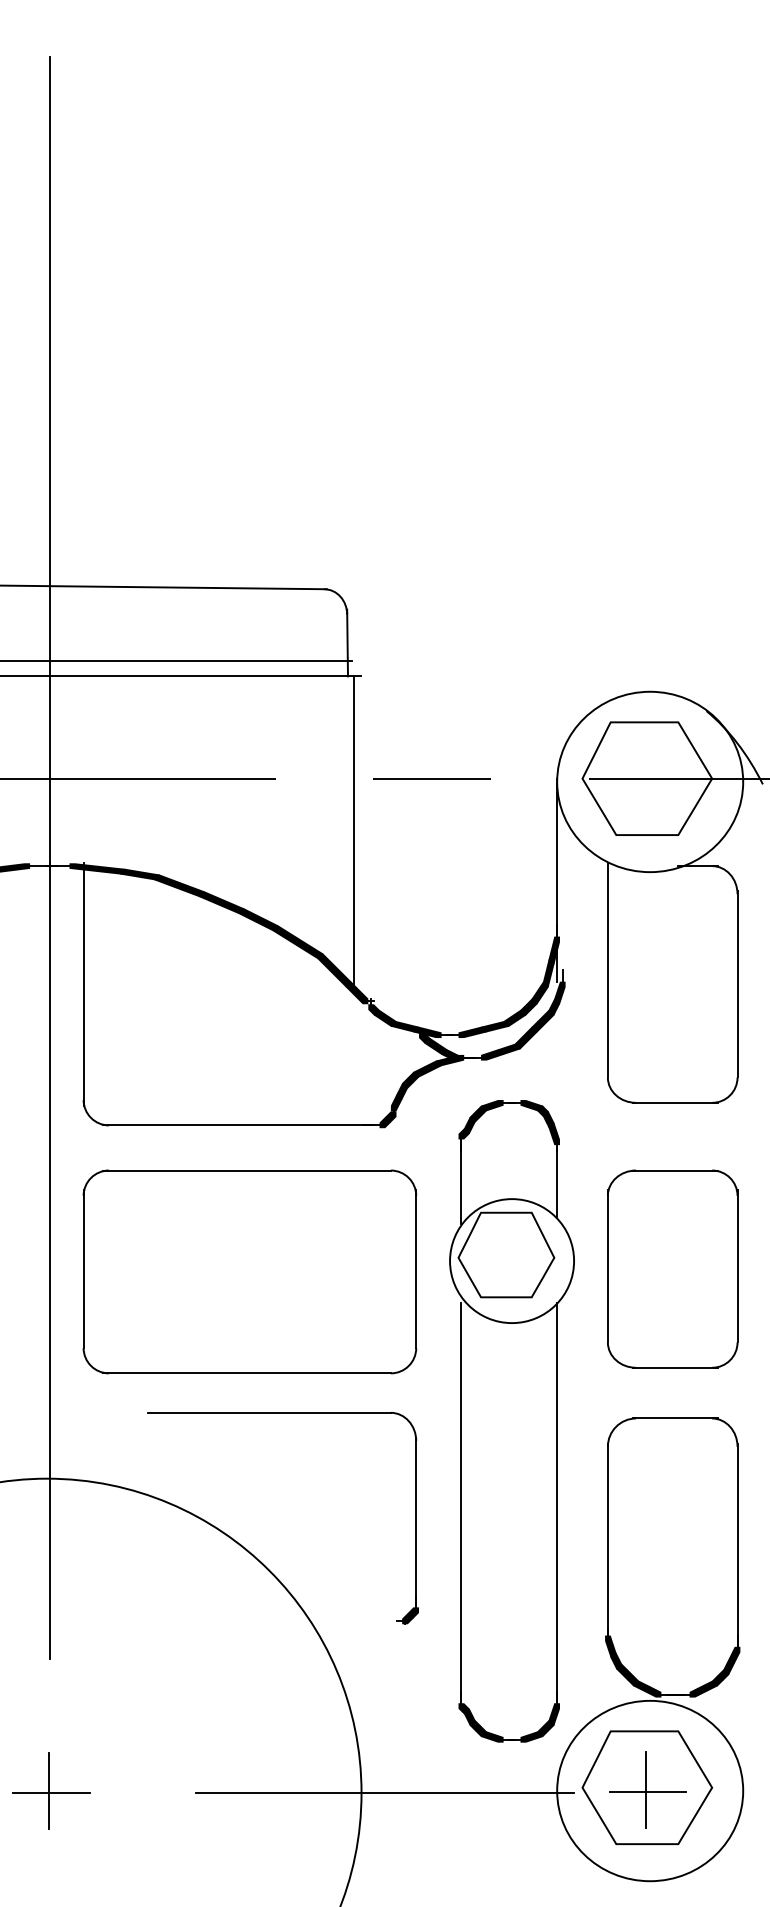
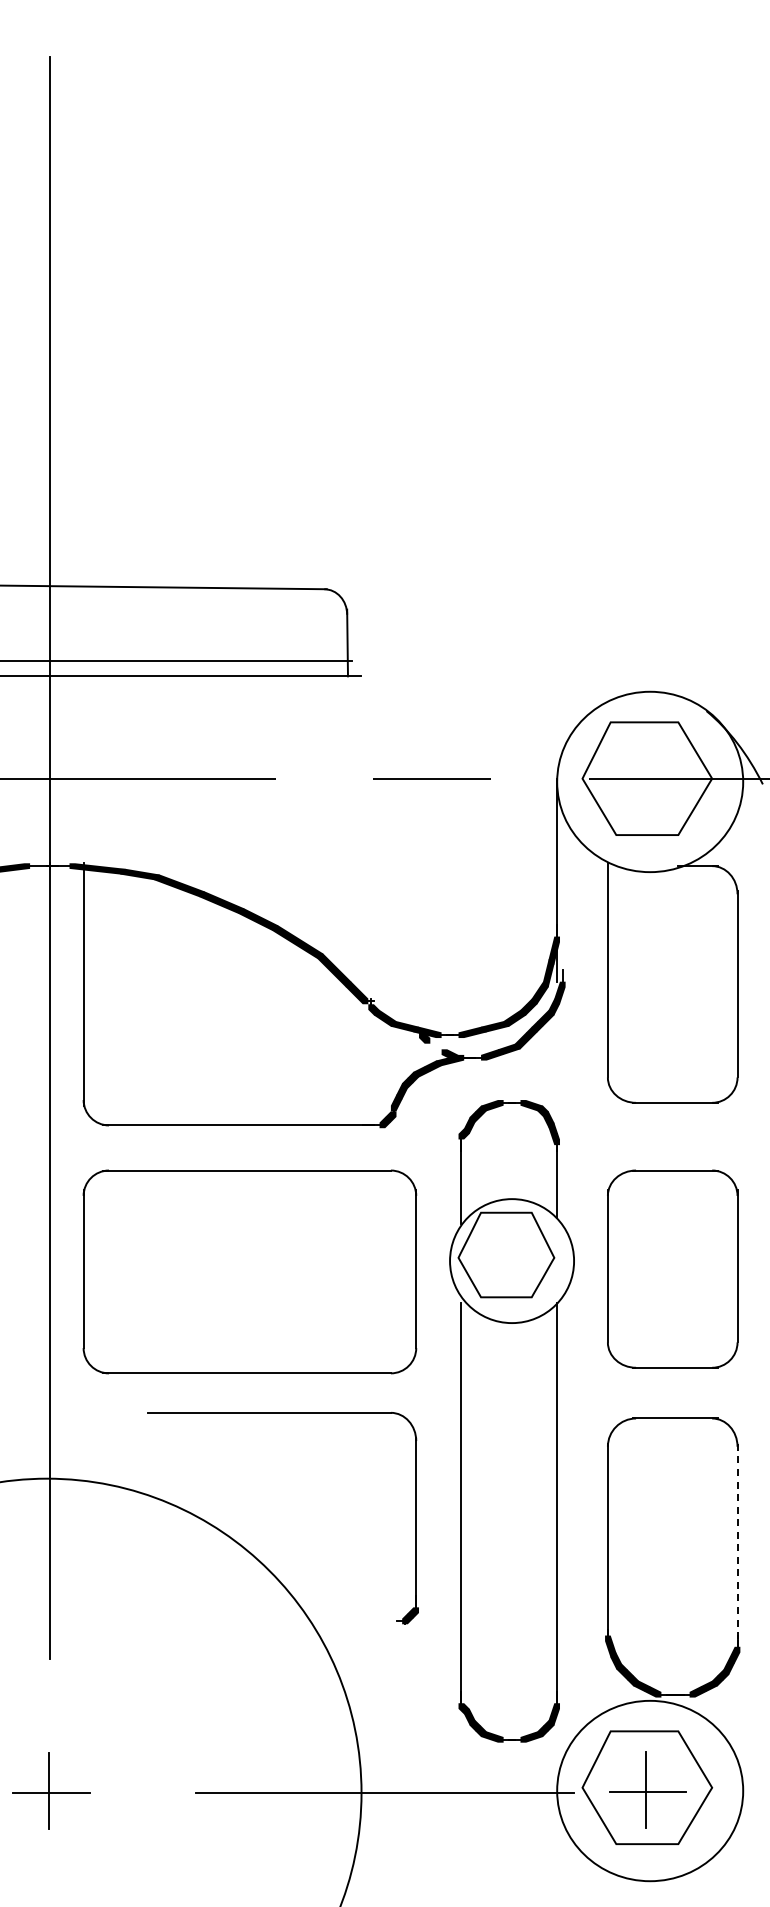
line at (354, 832): present -> none
fill at (435, 1046): present -> none
line at (737, 1542): solid -> dashed
